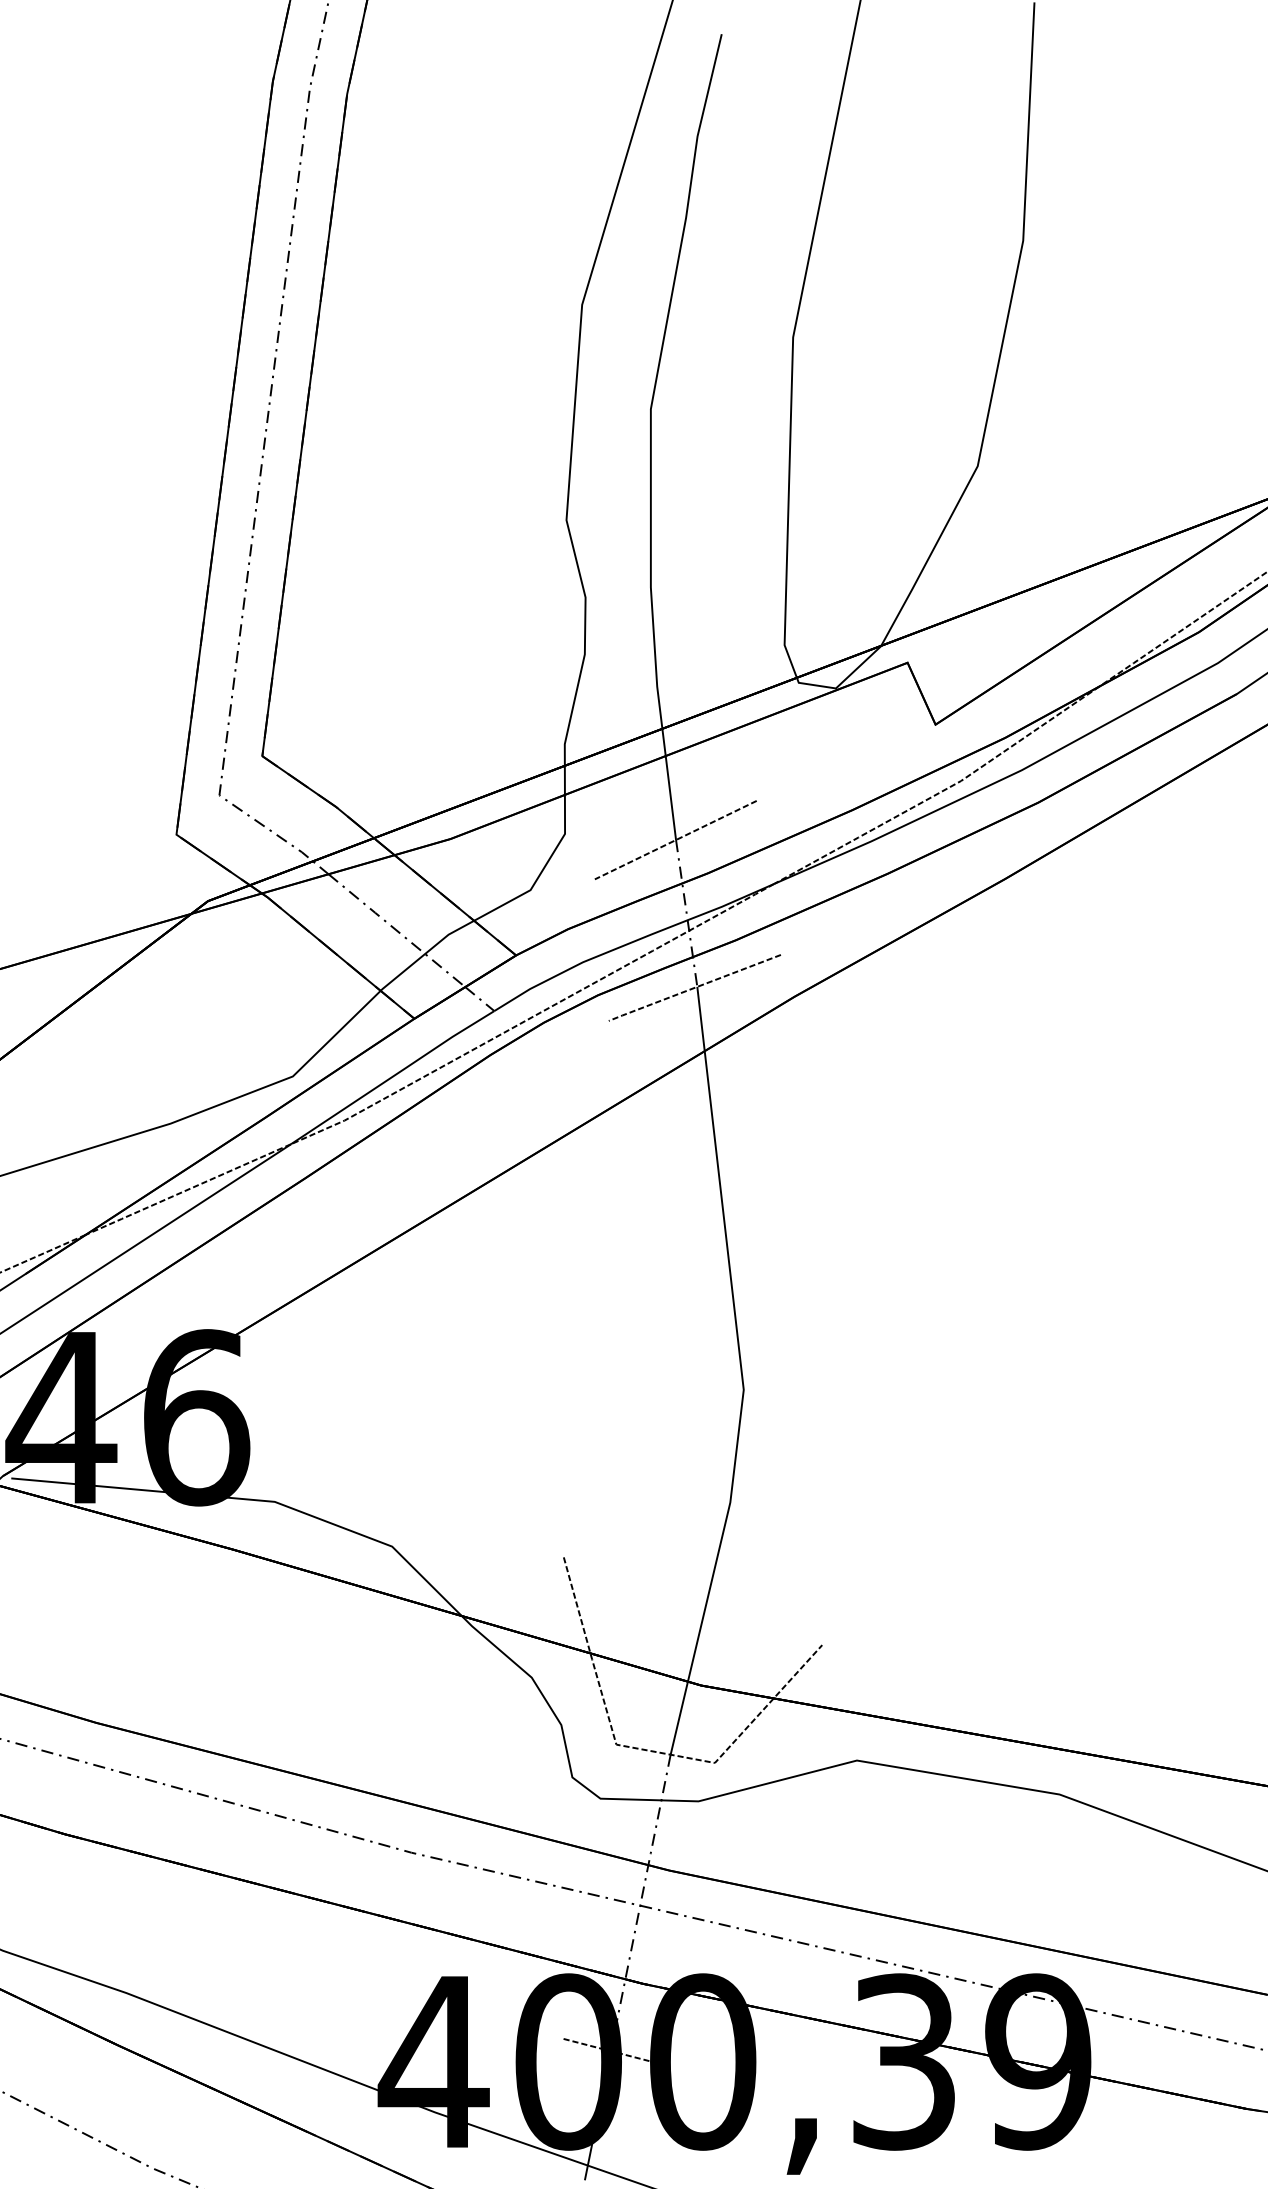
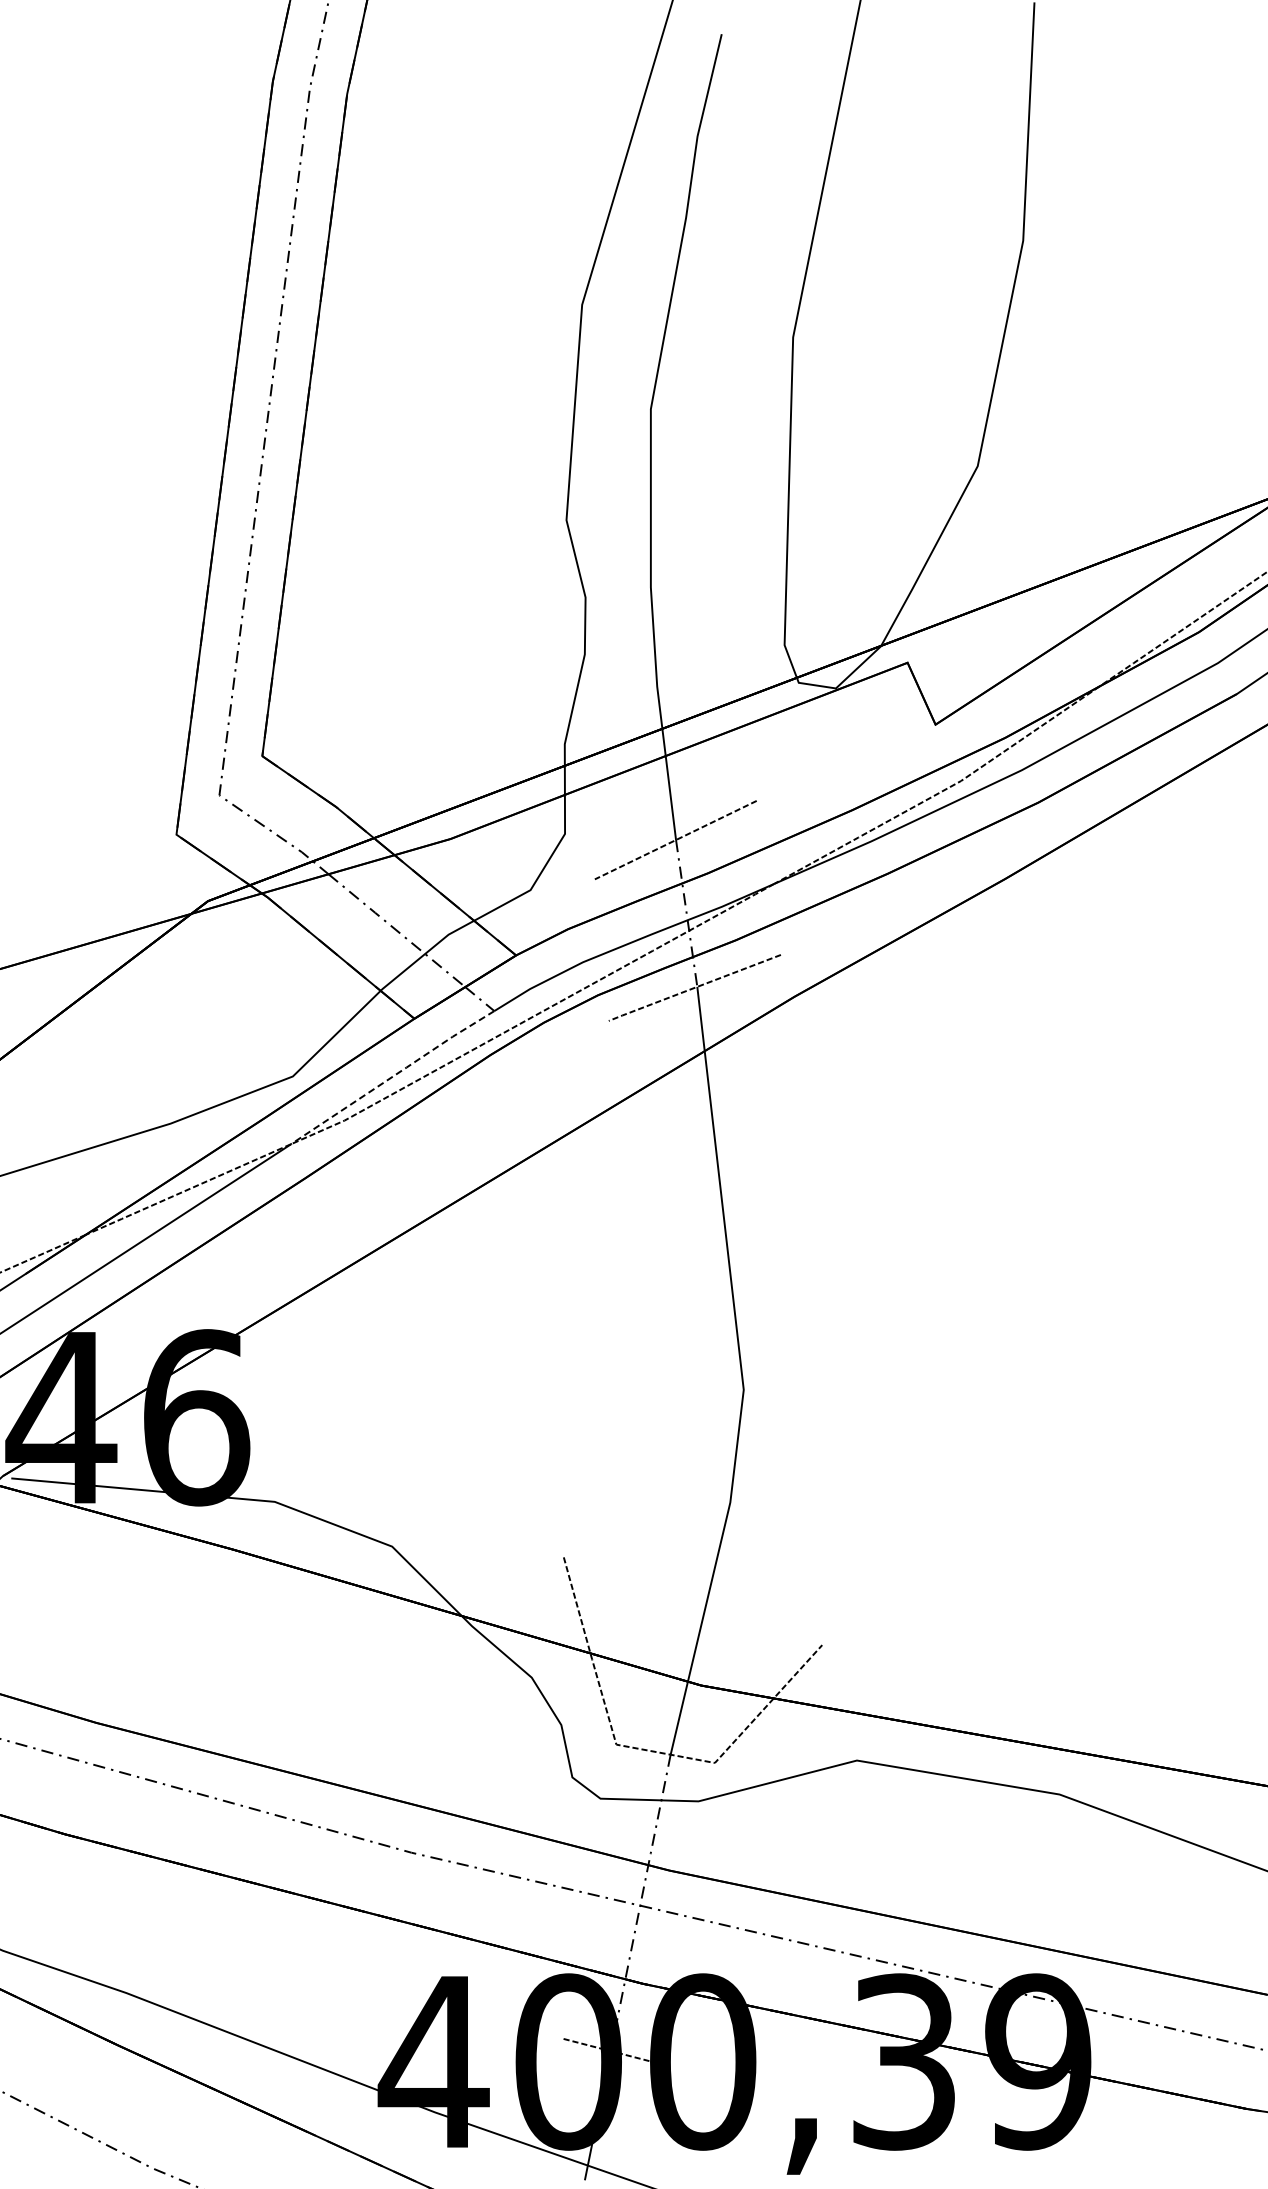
line at (393, 1076): solid -> dashed
